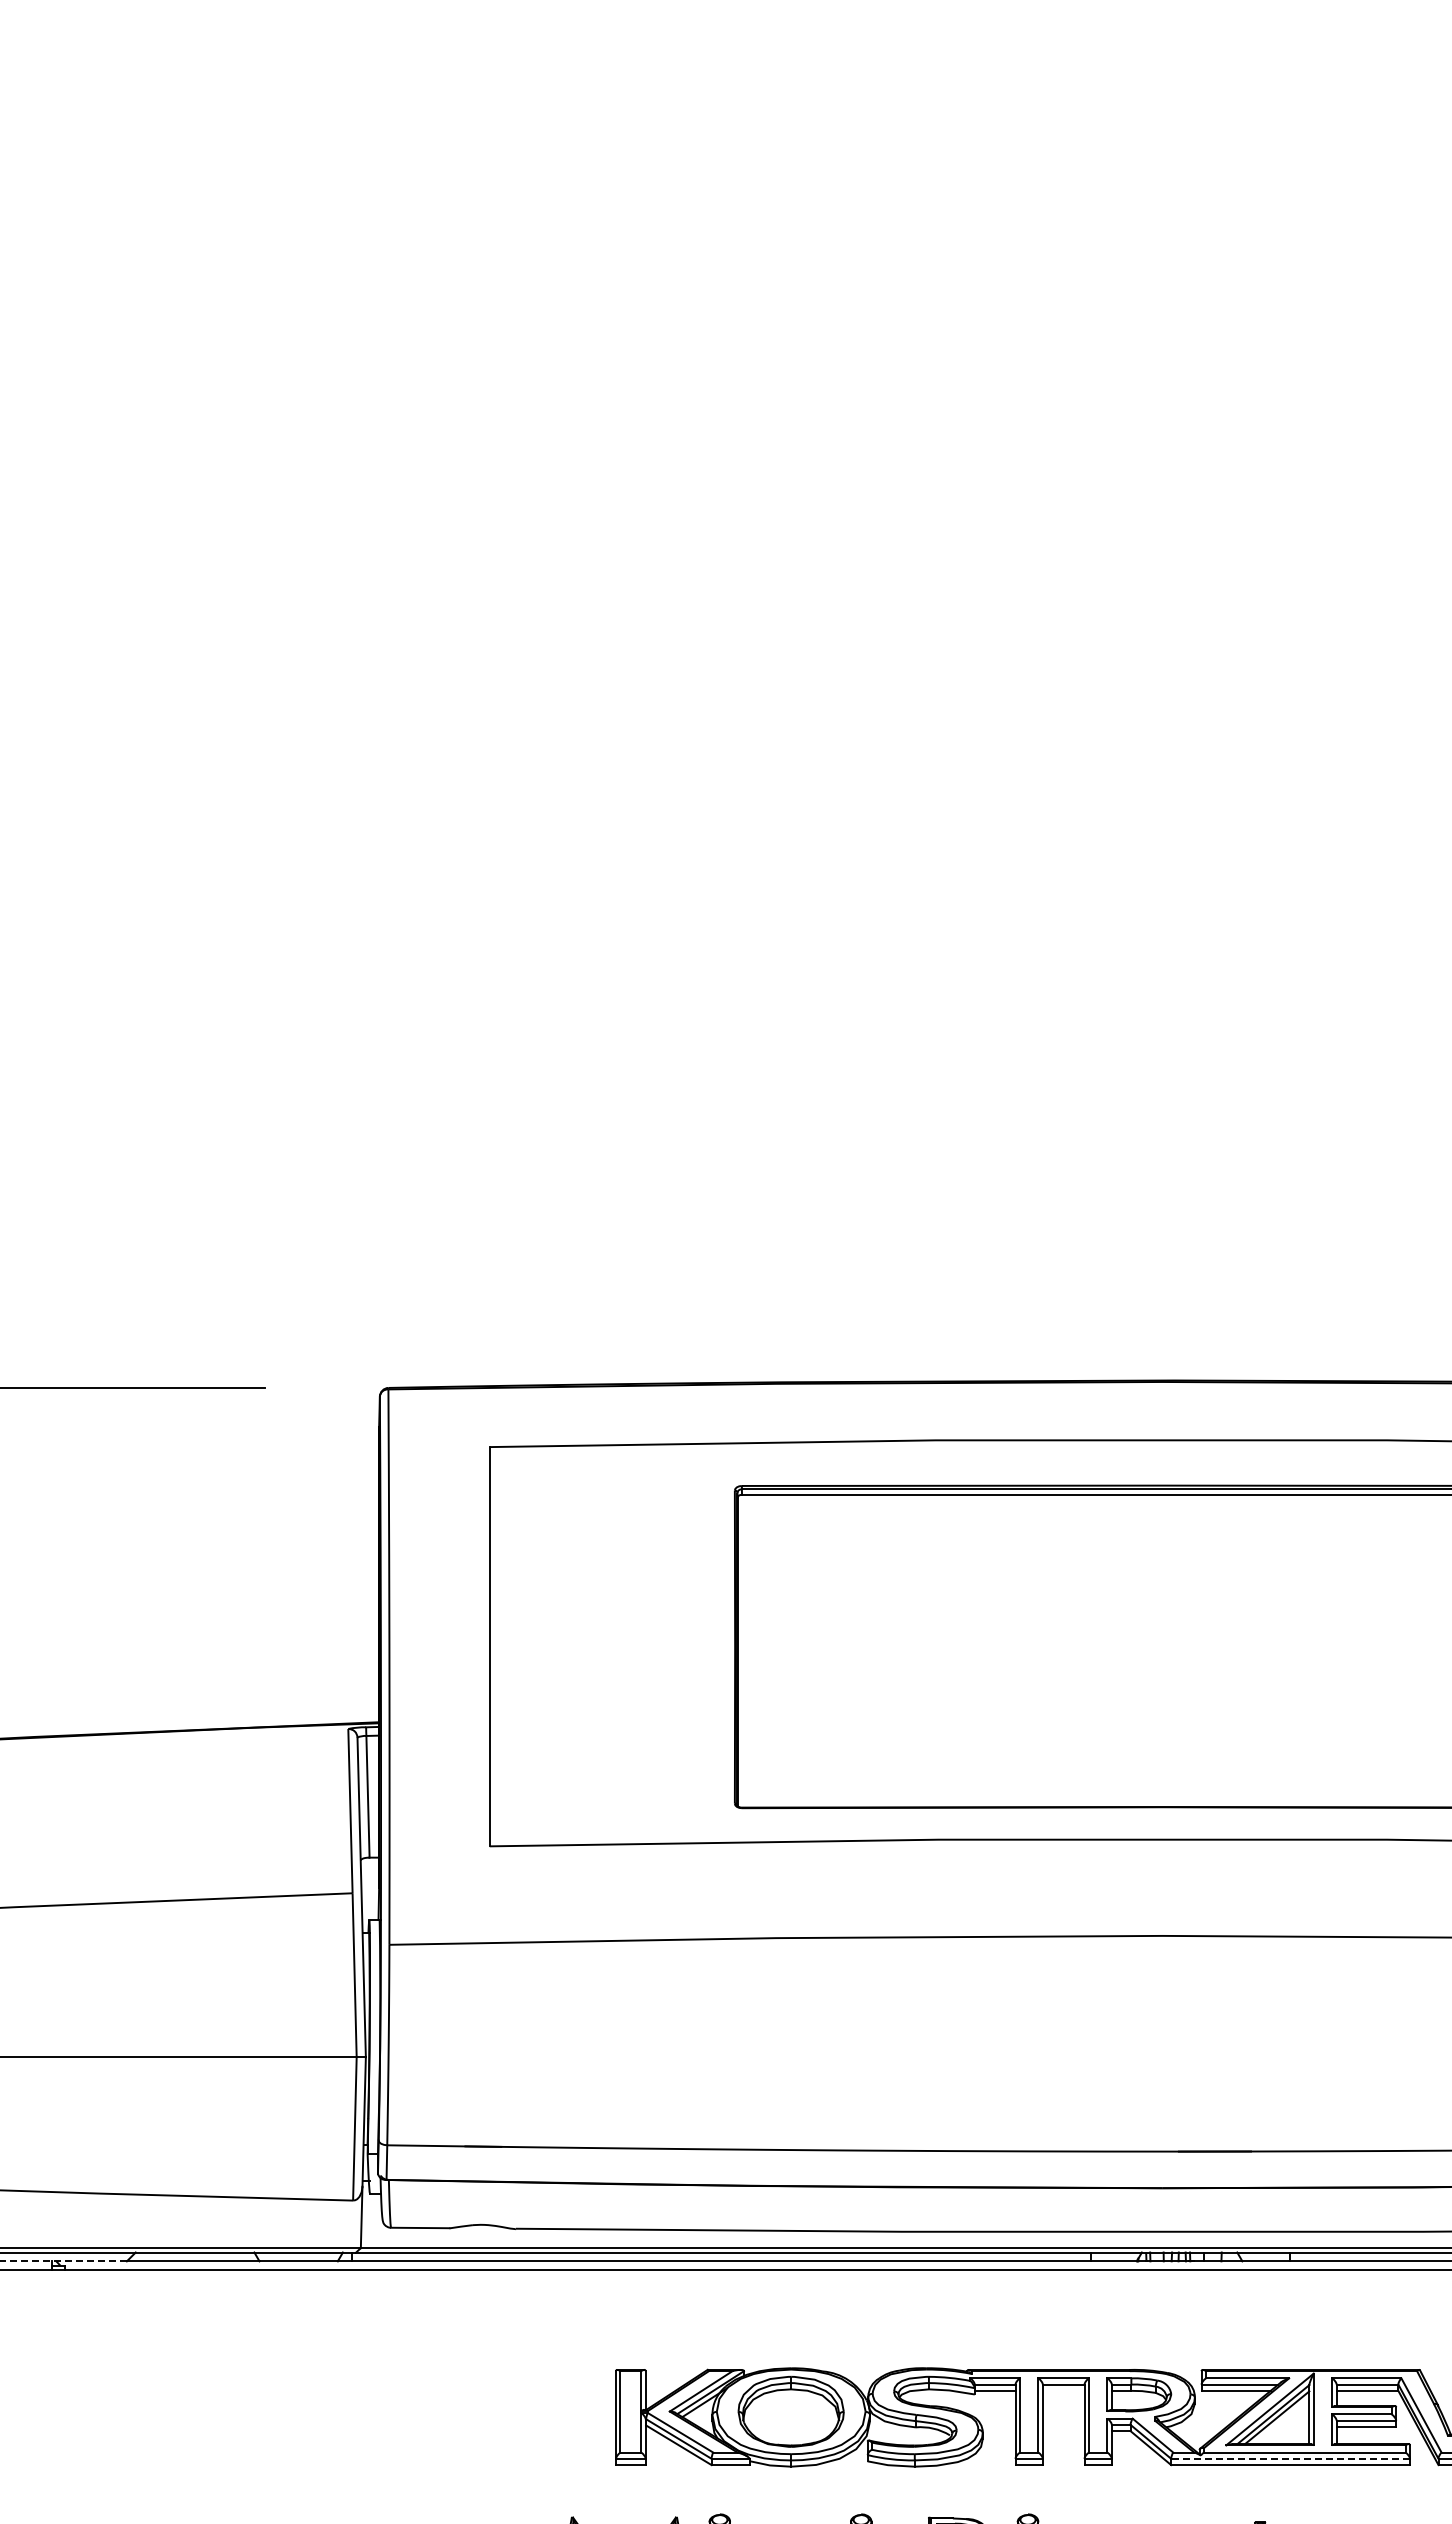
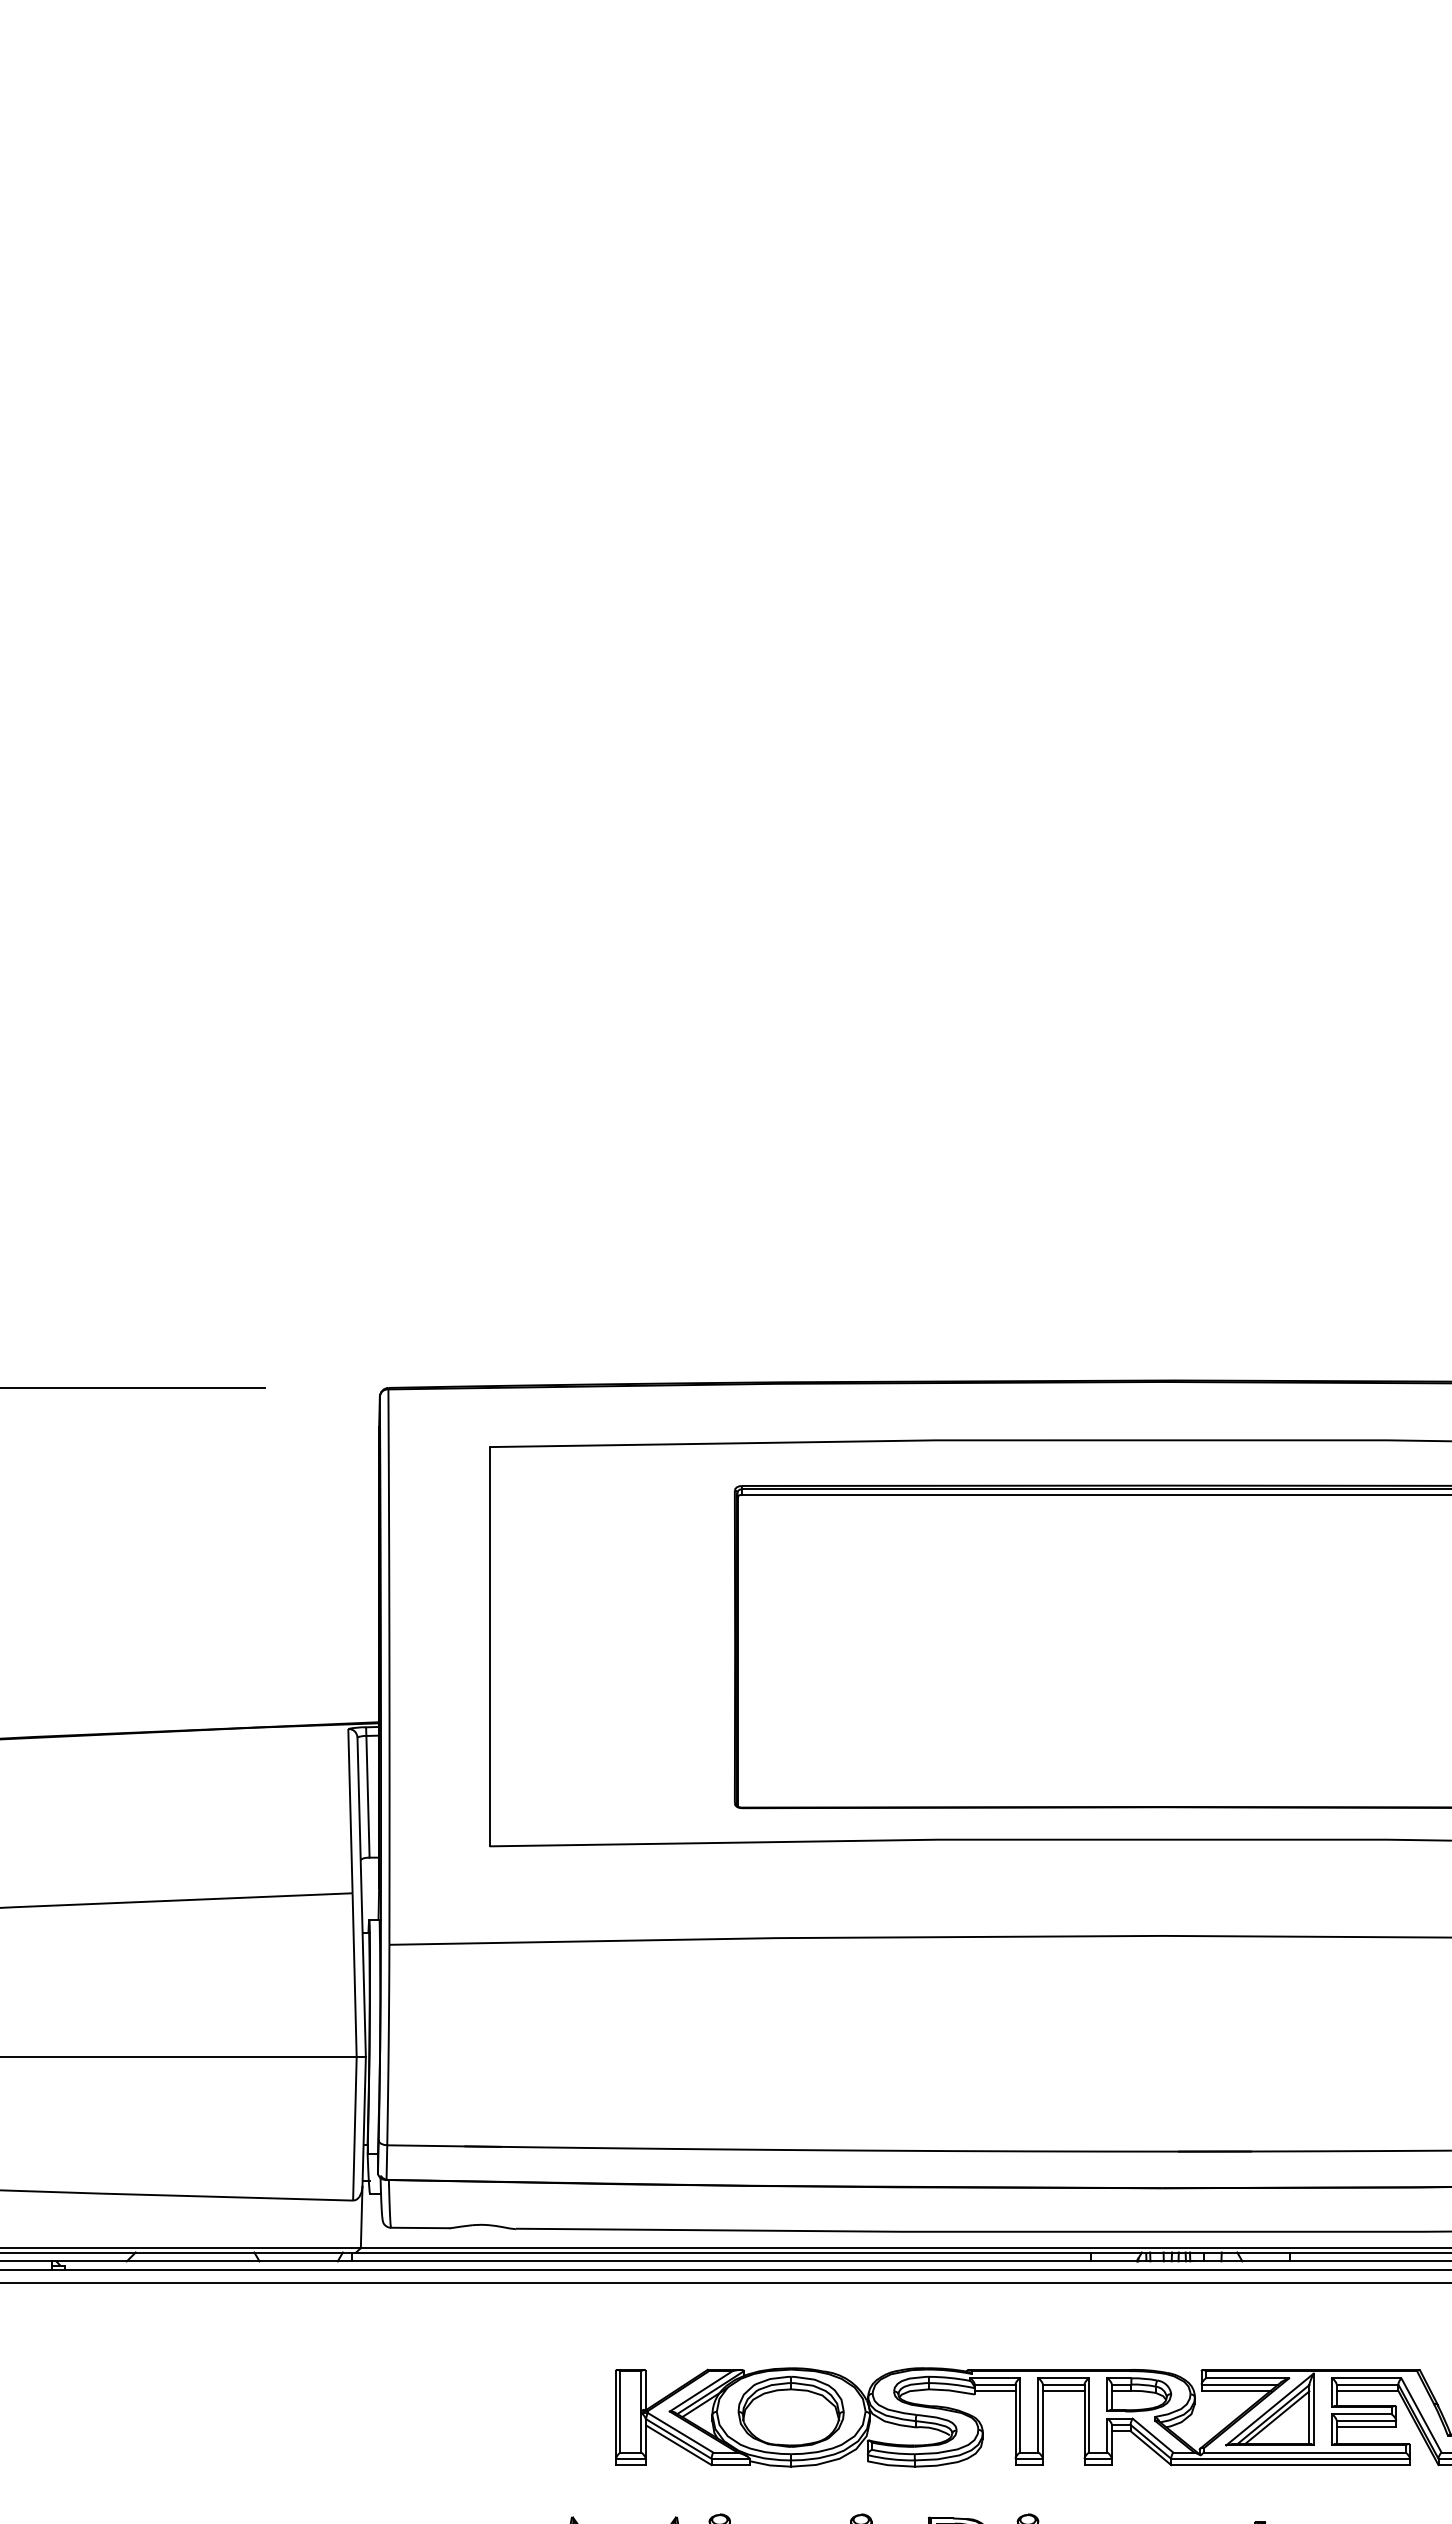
line at (63, 2261): dashed -> solid
line at (725, 2283): none -> present
line at (1063, 2390): none -> present
line at (1290, 2458): dashed -> solid
